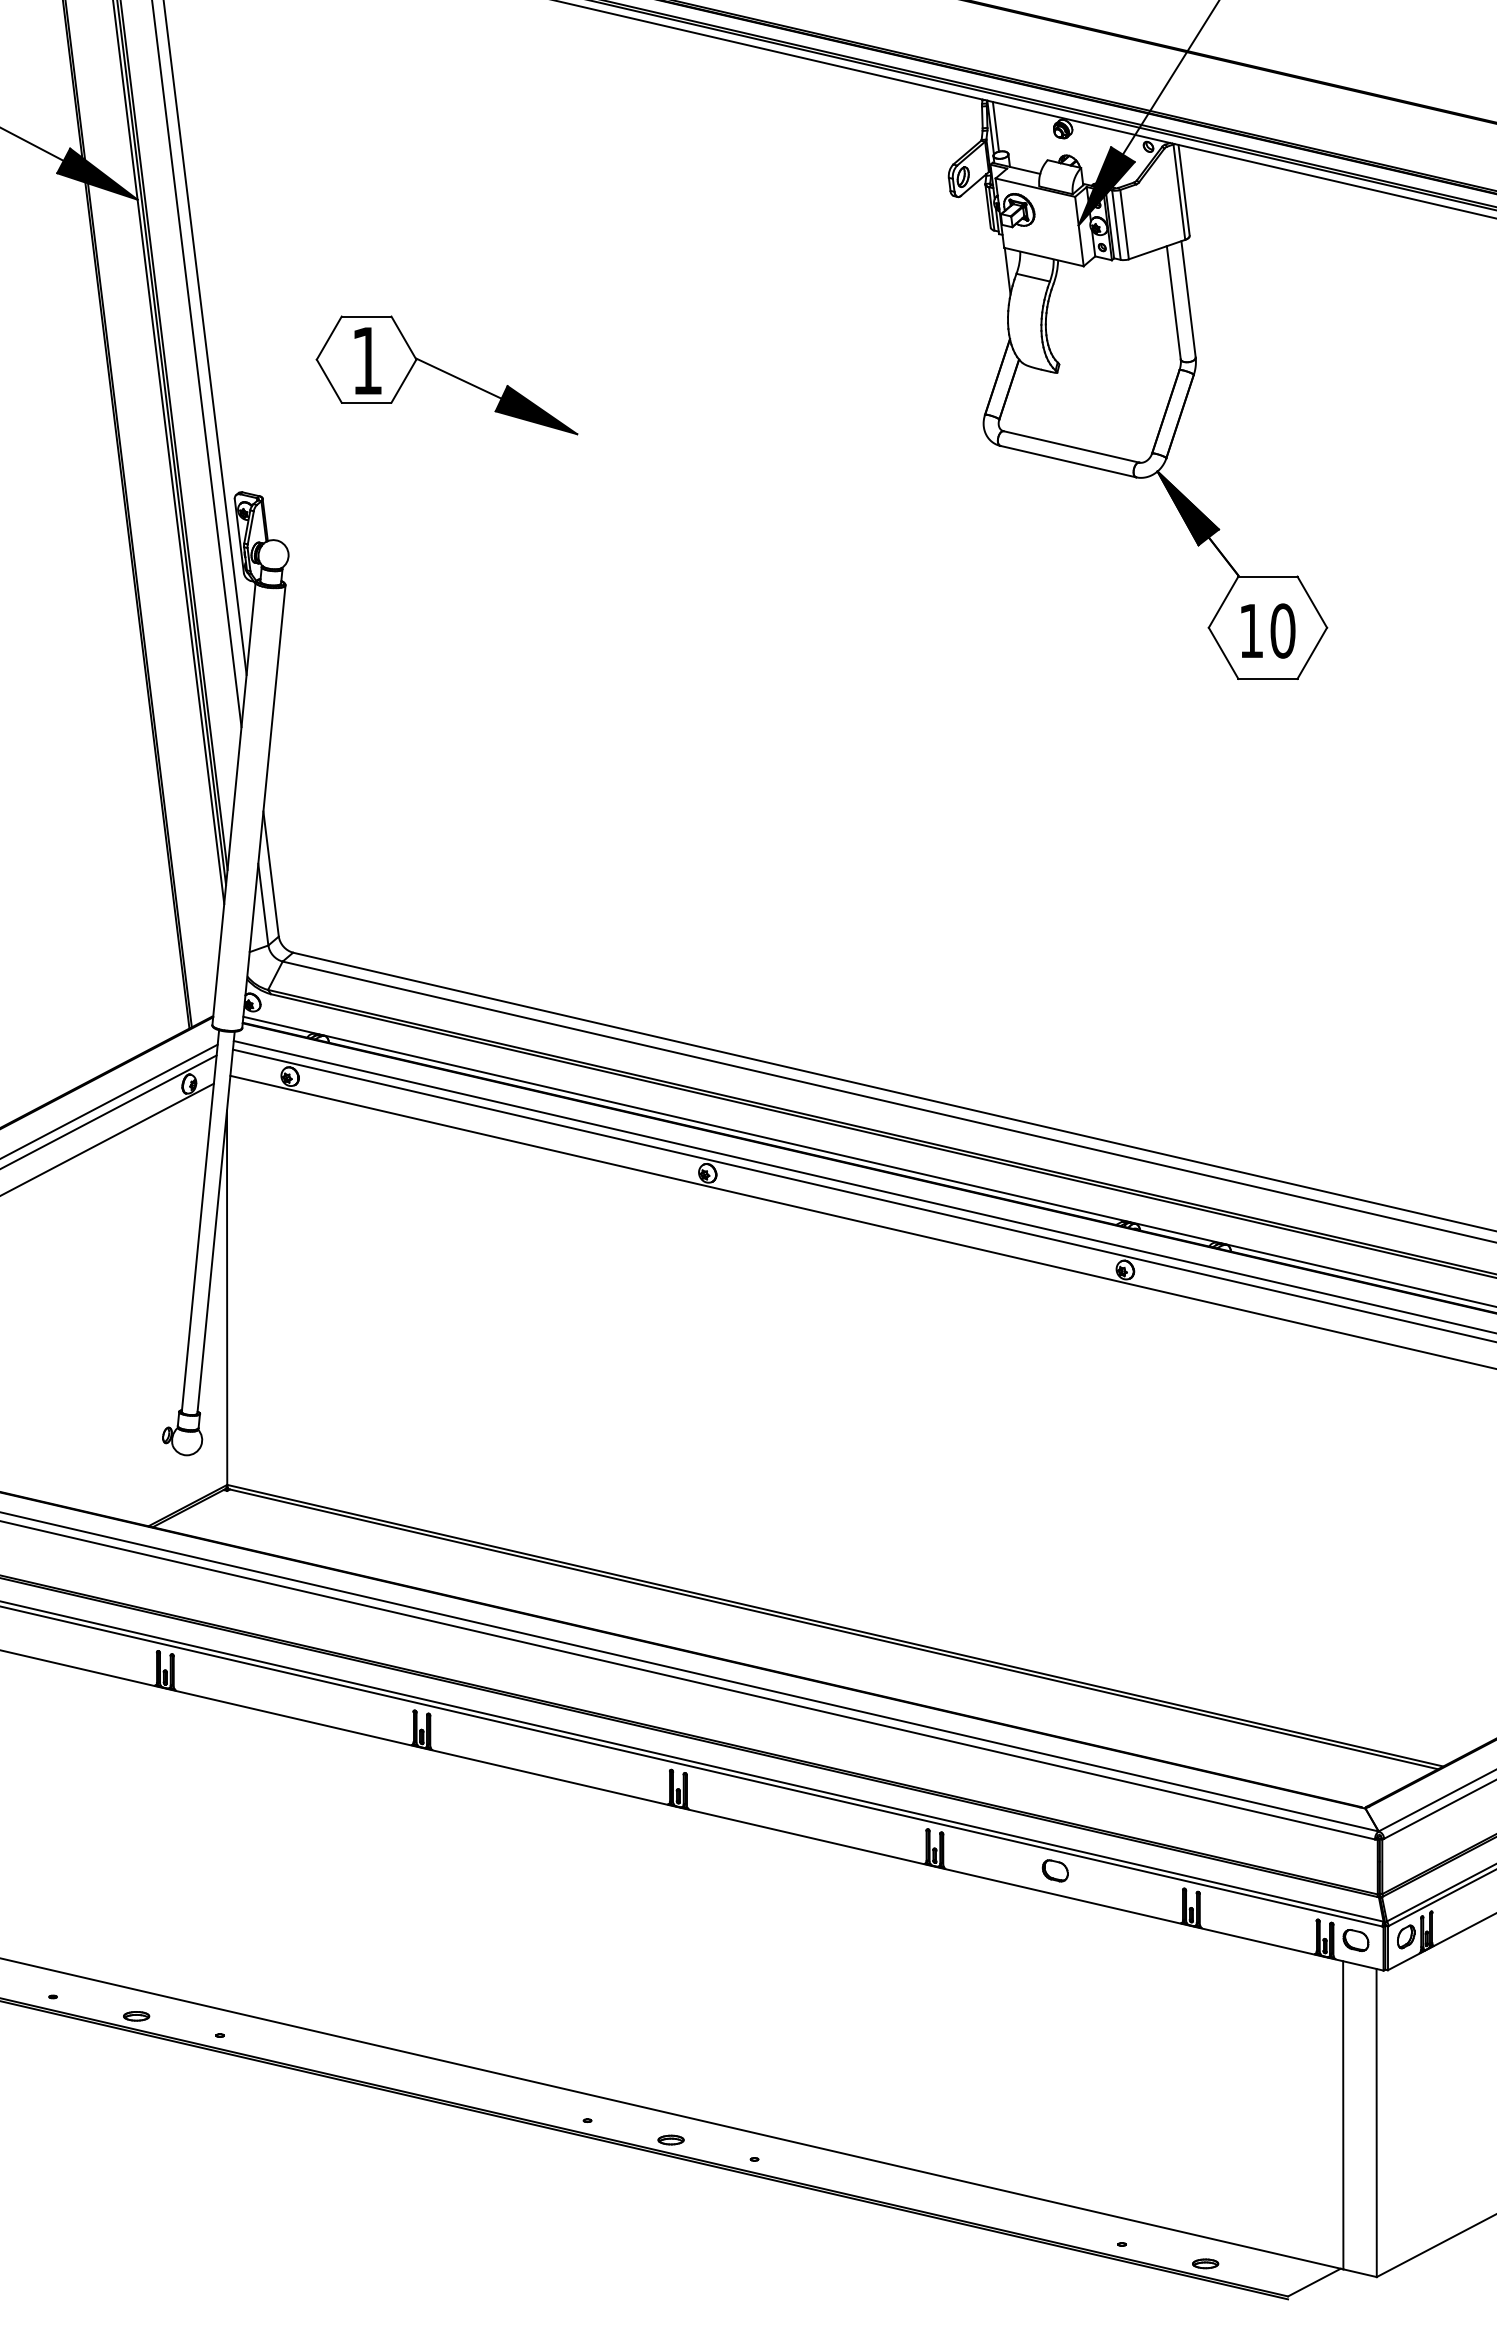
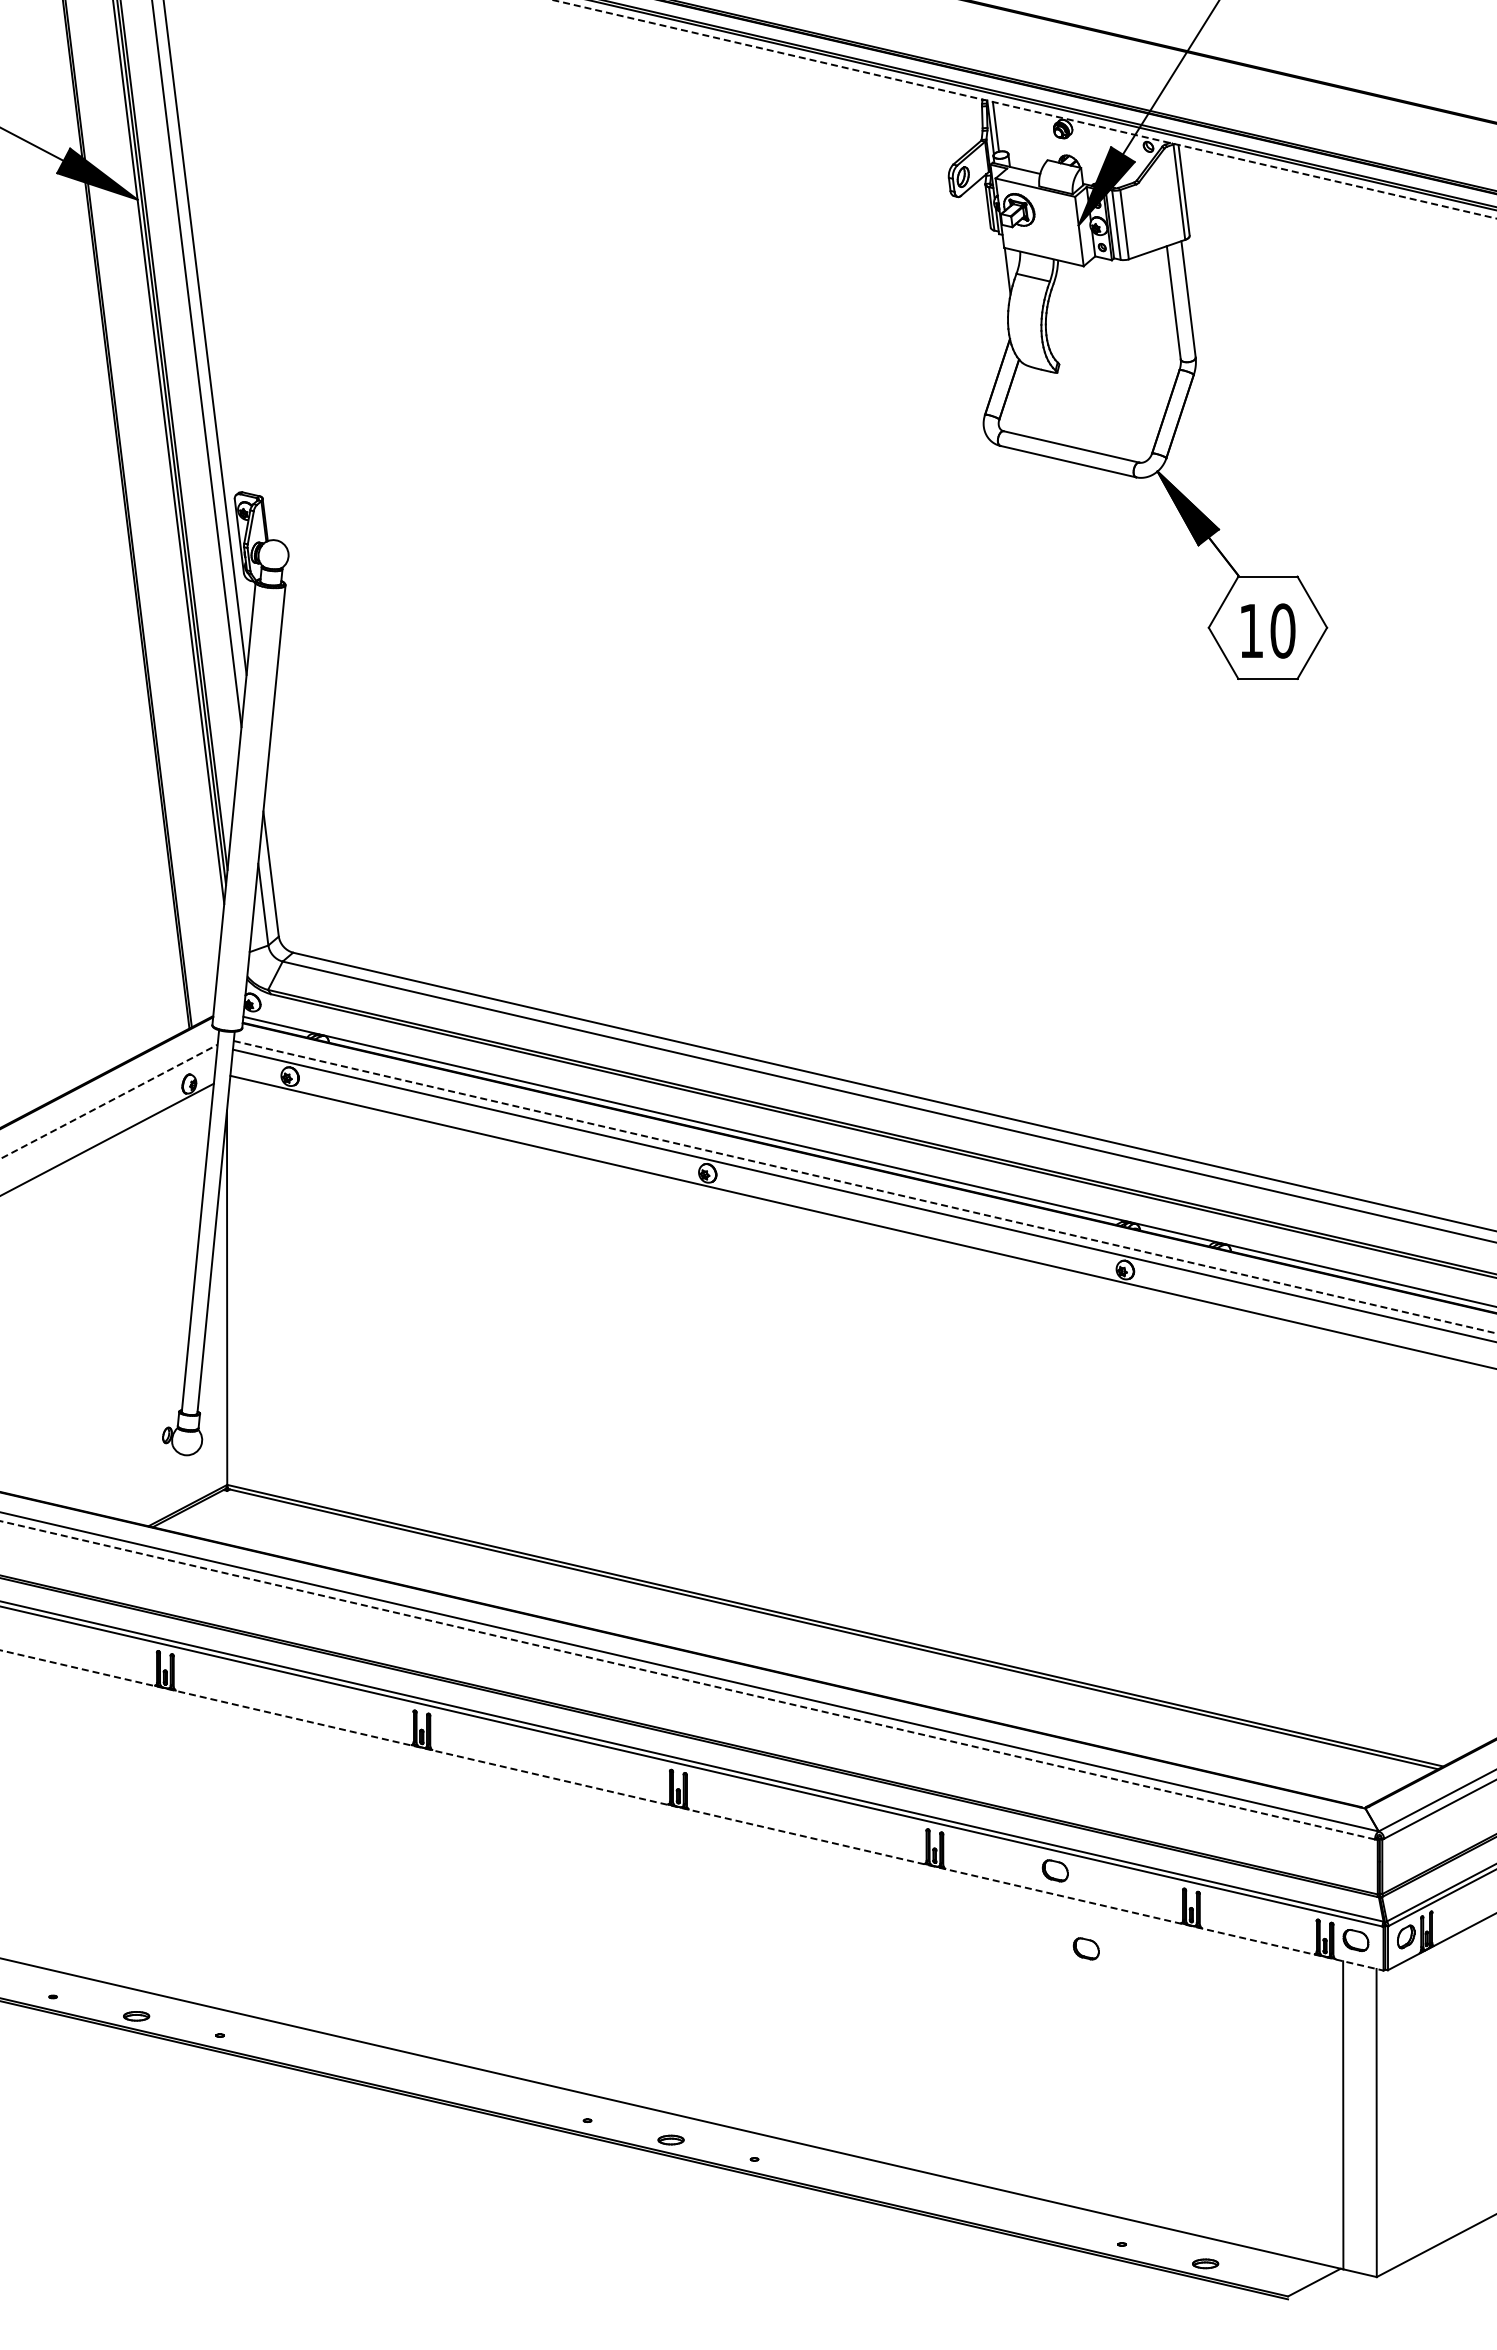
line at (1024, 109): solid -> dashed
part at (446, 375): present -> none
line at (109, 1101): solid -> dashed
line at (109, 1111): present -> none
line at (865, 1187): solid -> dashed
line at (687, 1680): solid -> dashed
line at (692, 1810): solid -> dashed
part at (1085, 1948): none -> present
